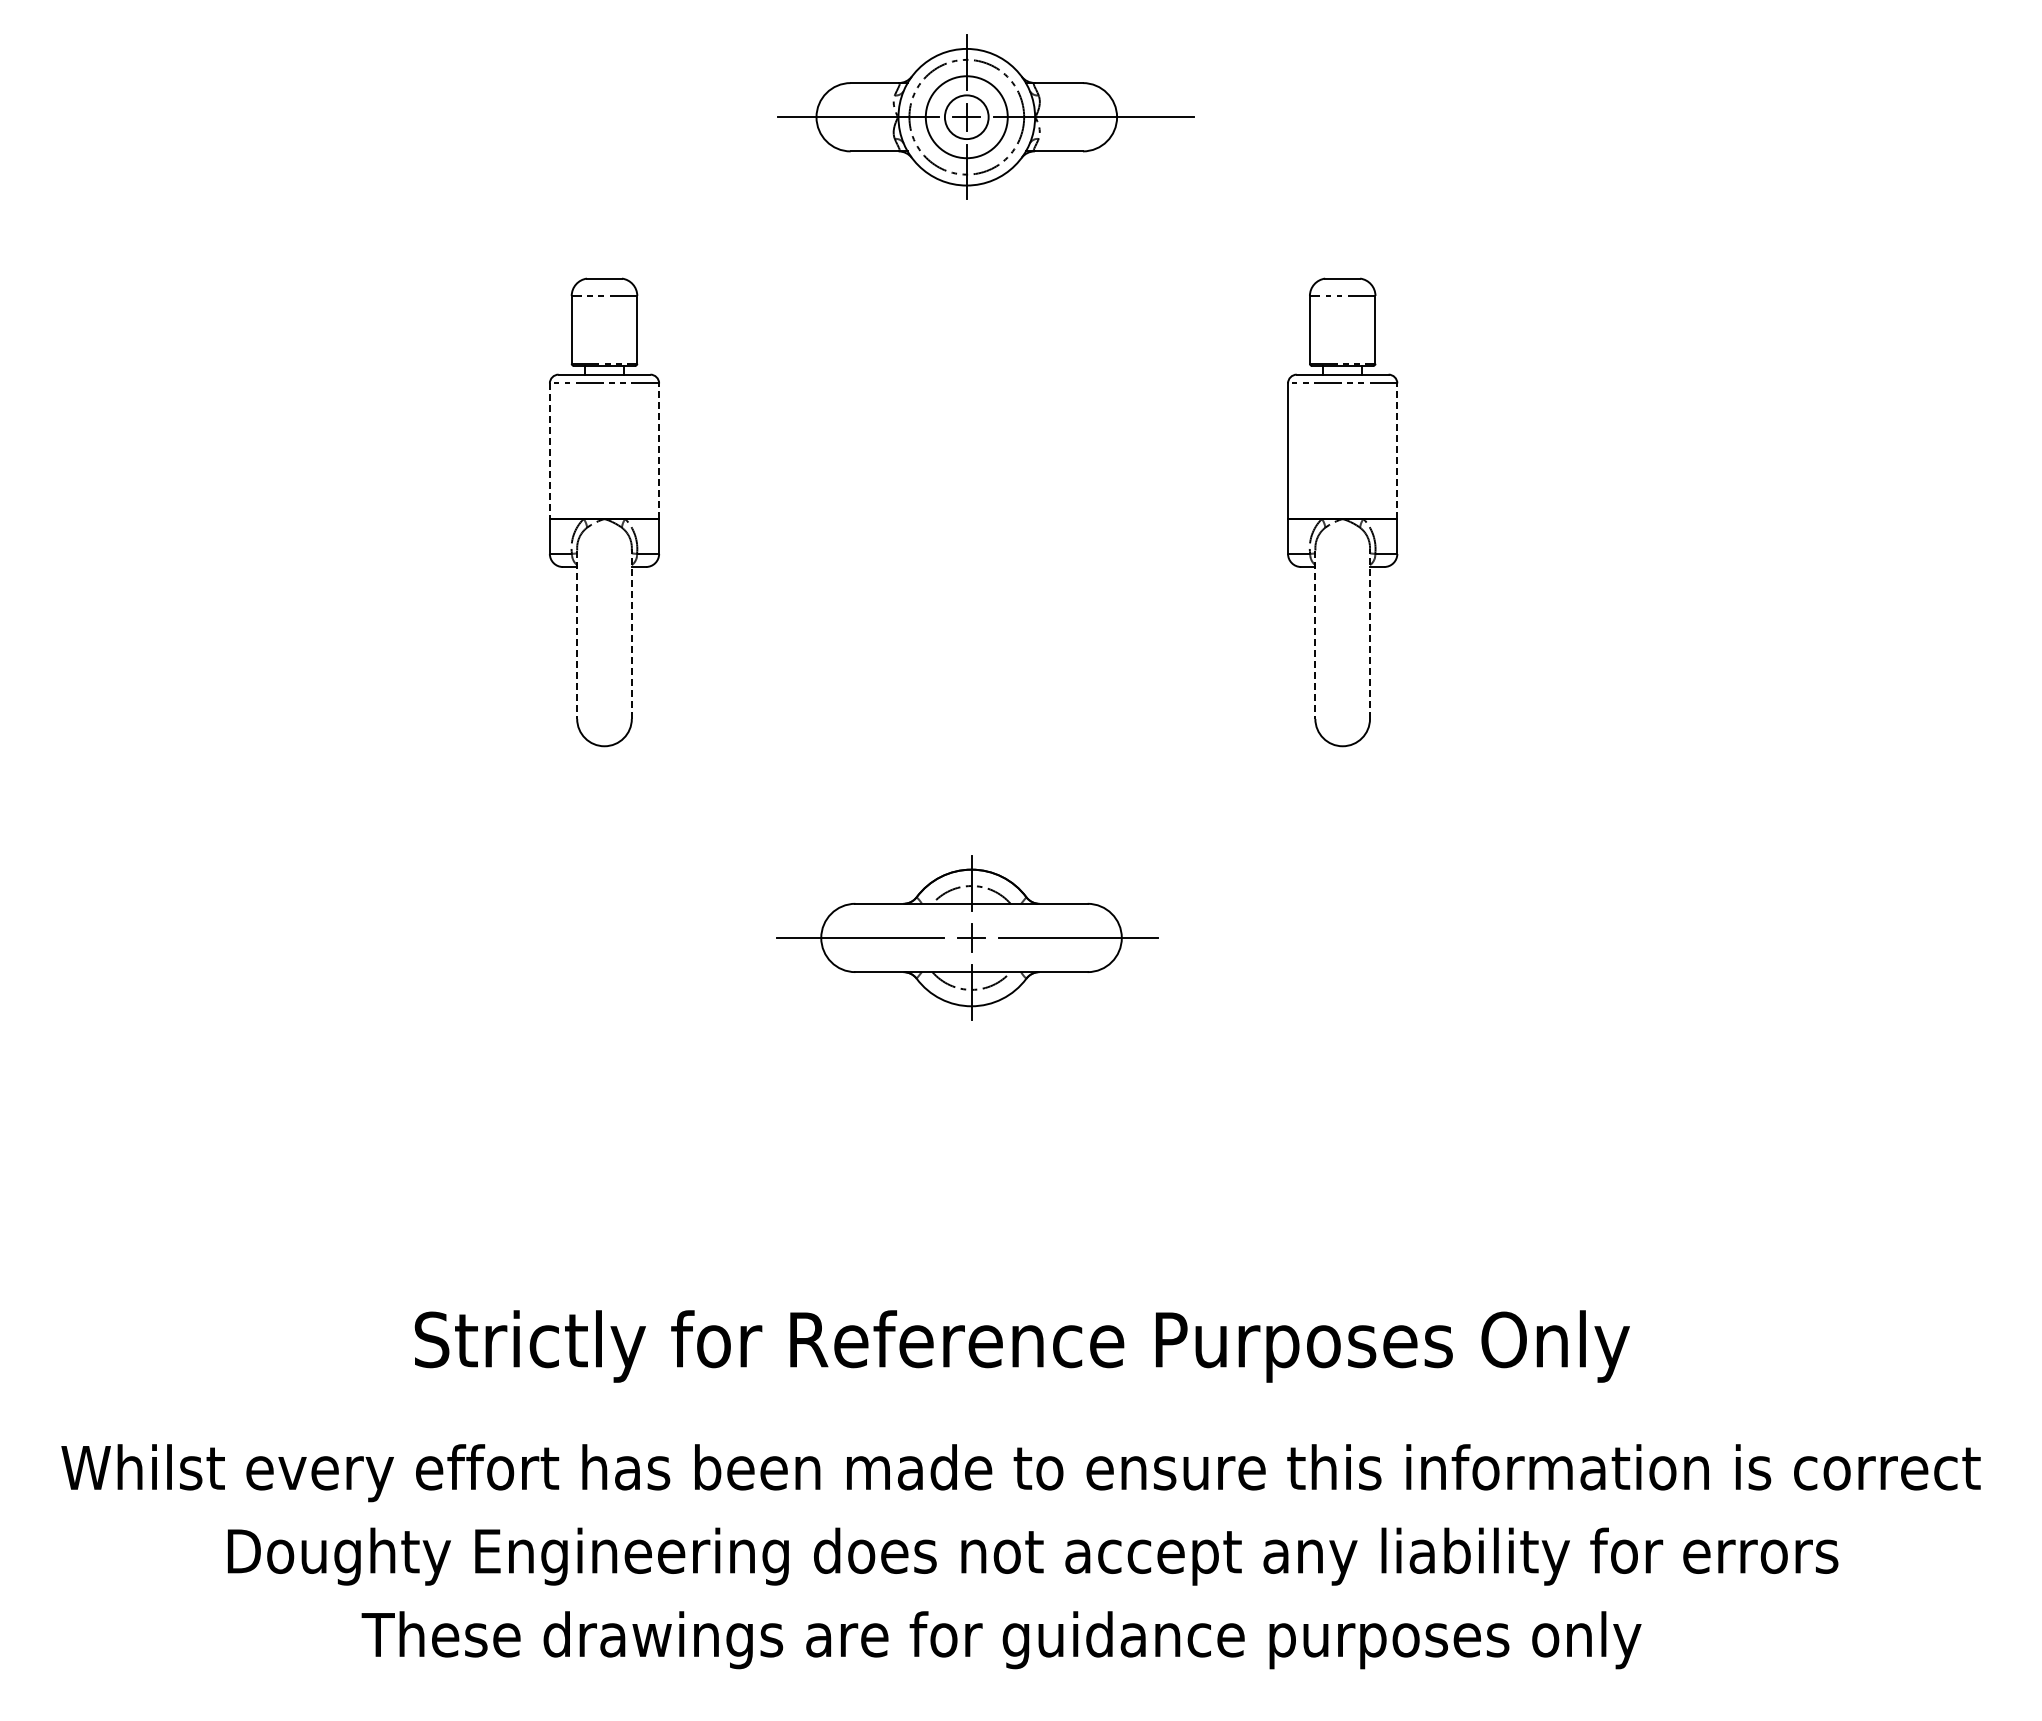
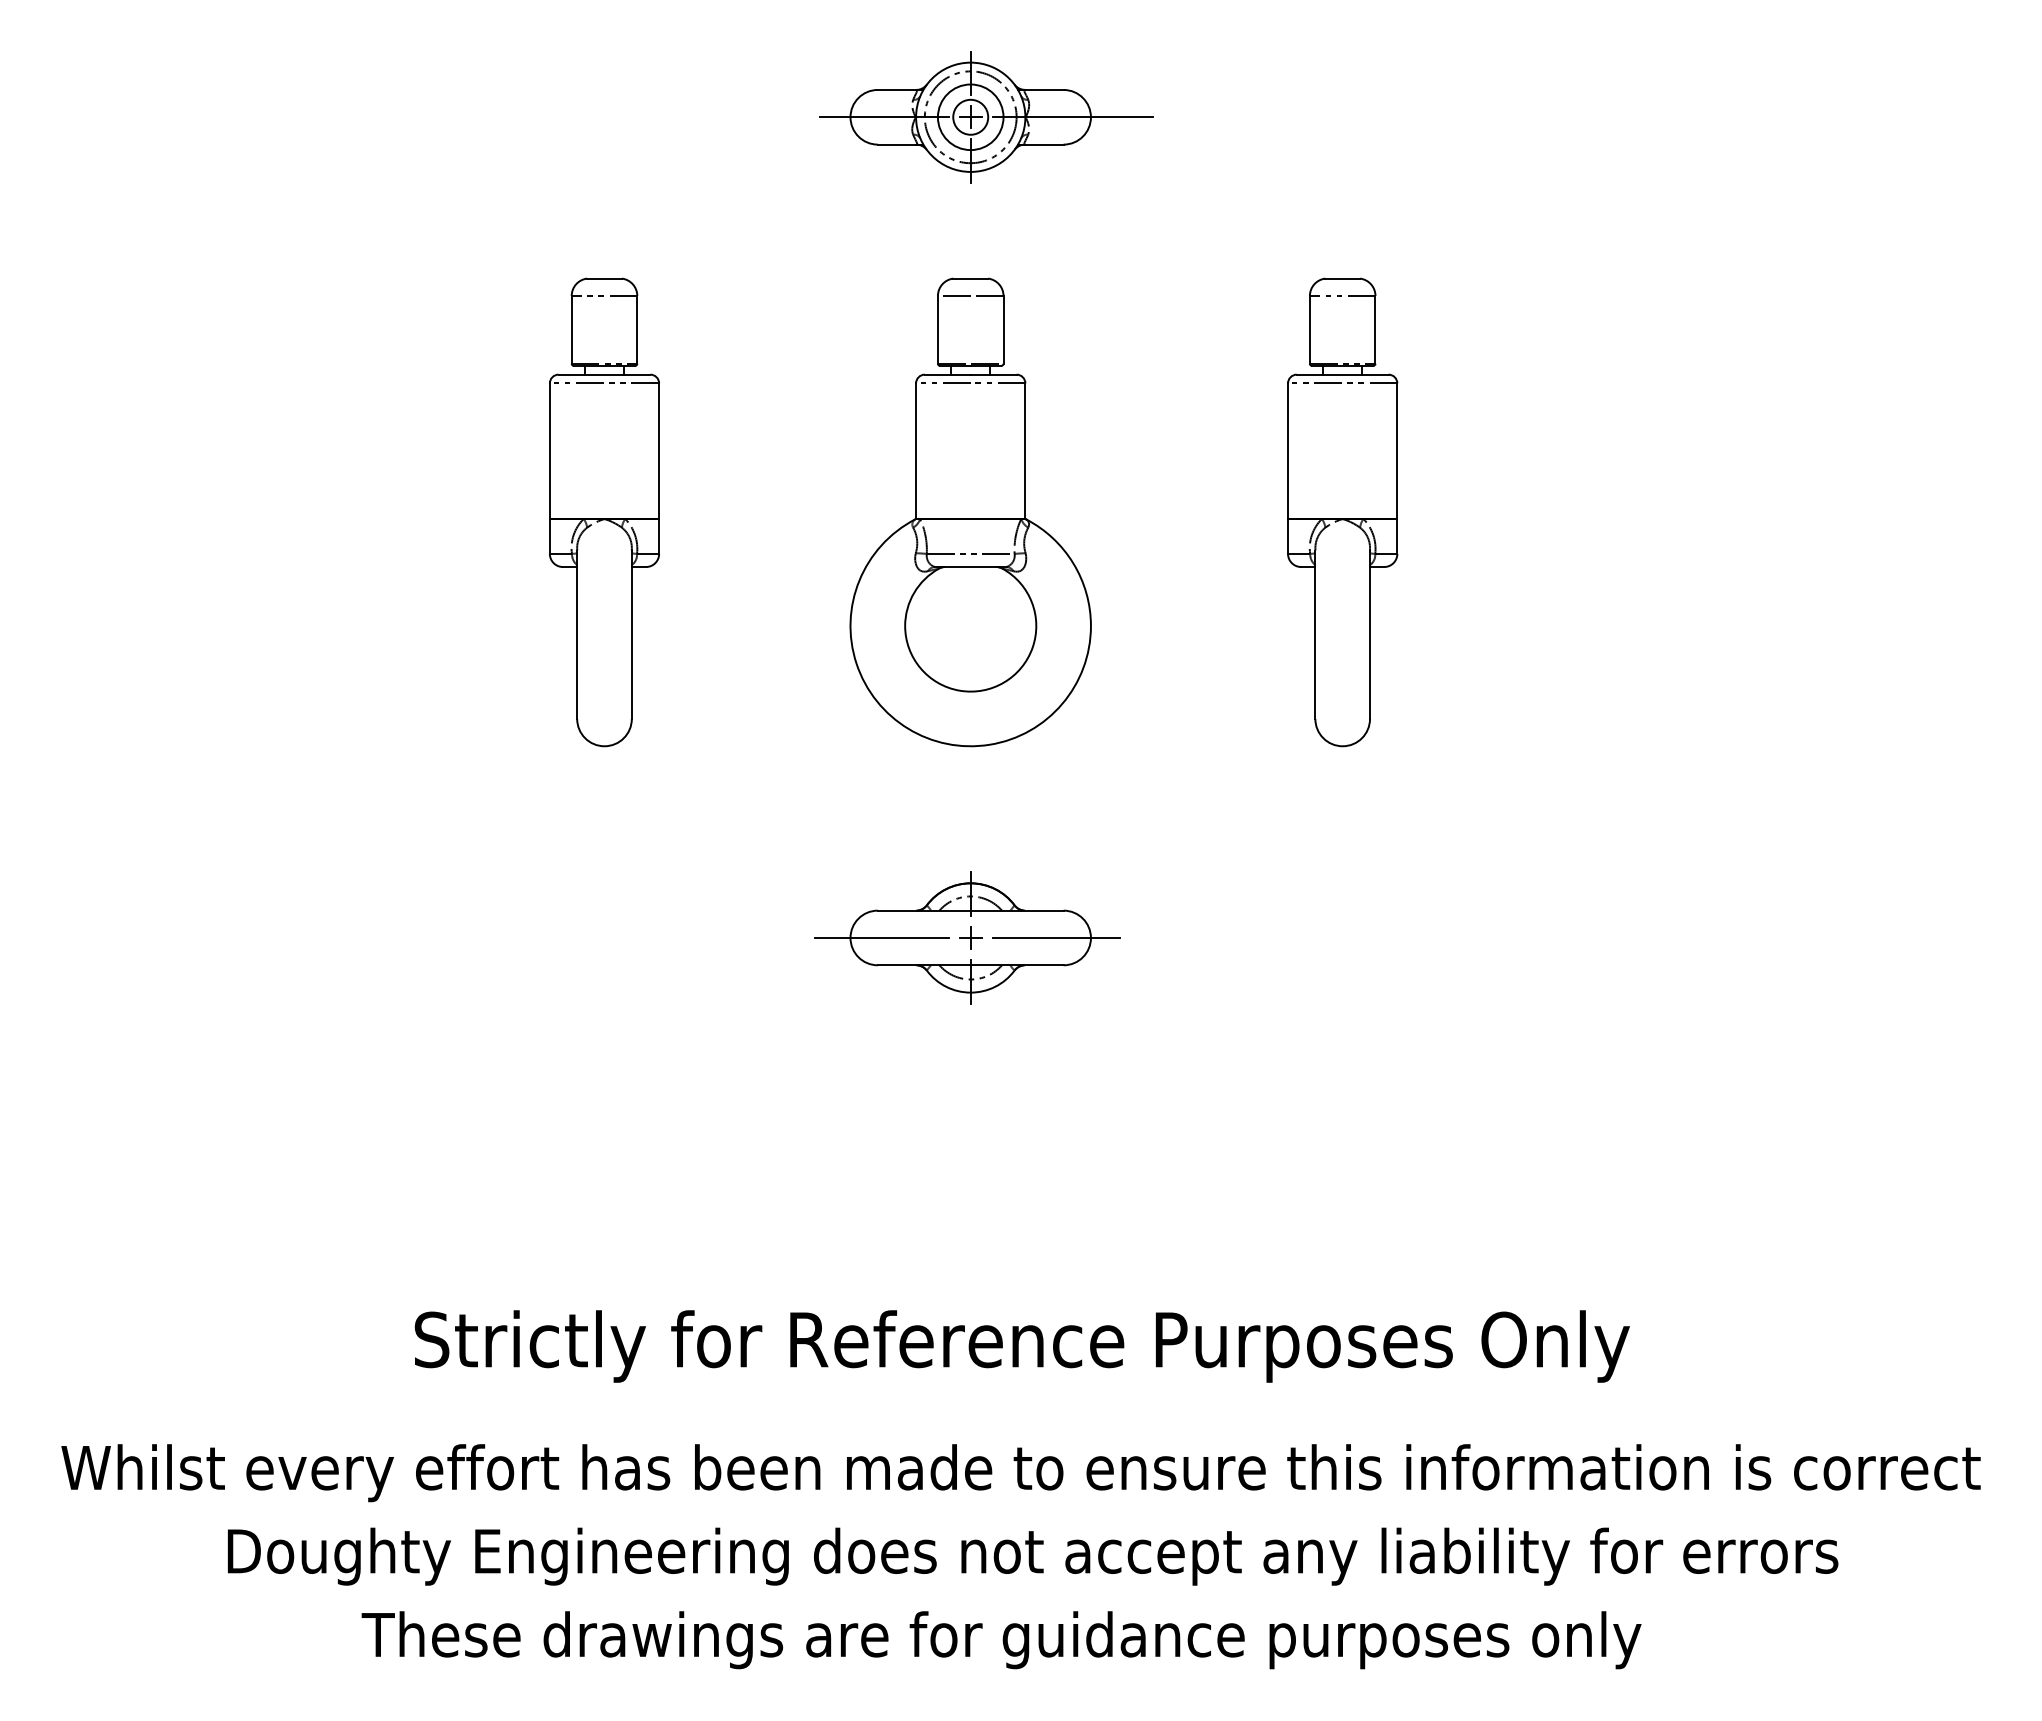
part at (985, 116) size: 418x166 px -> 335x133 px
line at (549, 451): dashed -> solid
line at (659, 451): dashed -> solid
line at (1397, 451): dashed -> solid
part at (970, 512): none -> present
line at (631, 634): dashed -> solid
line at (1370, 634): dashed -> solid
line at (577, 635): dashed -> solid
line at (1315, 635): dashed -> solid
part at (967, 937) size: 383x166 px -> 307x134 px
